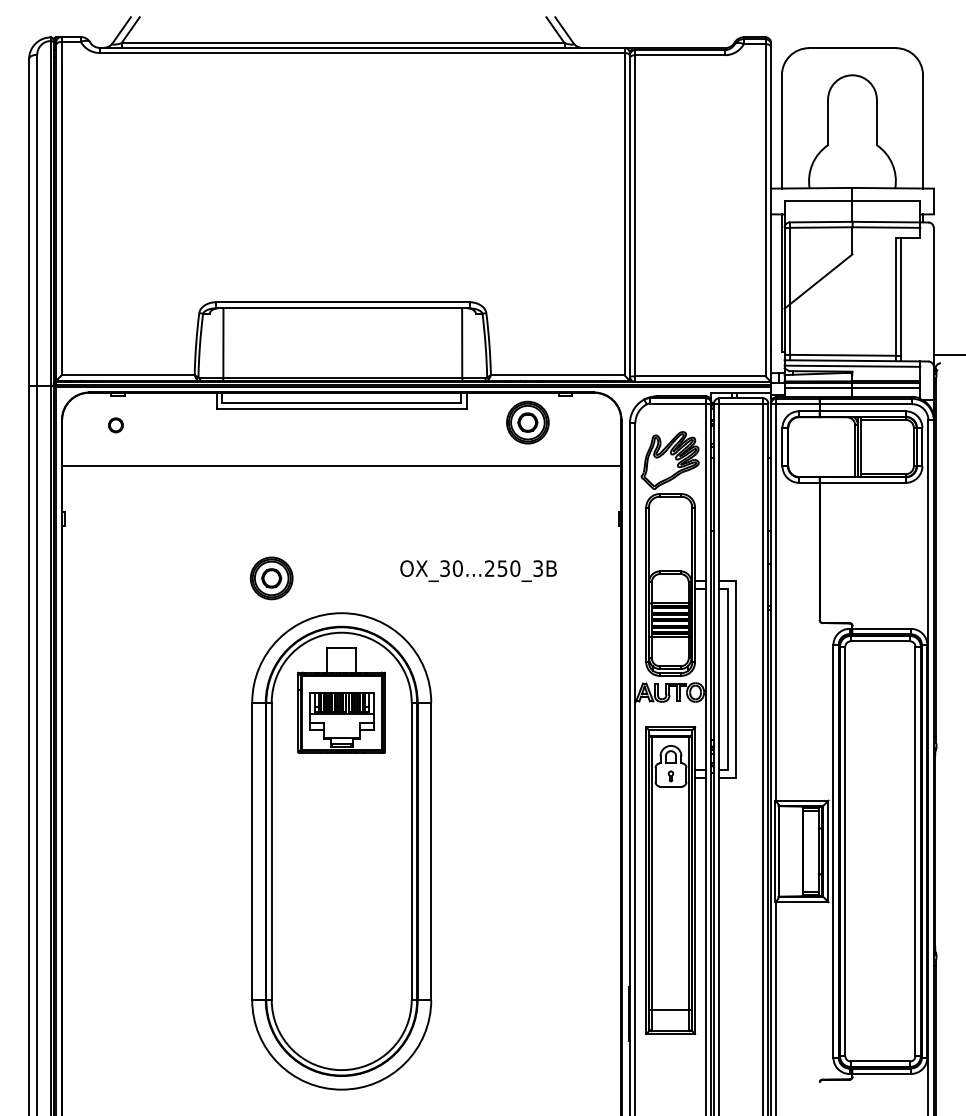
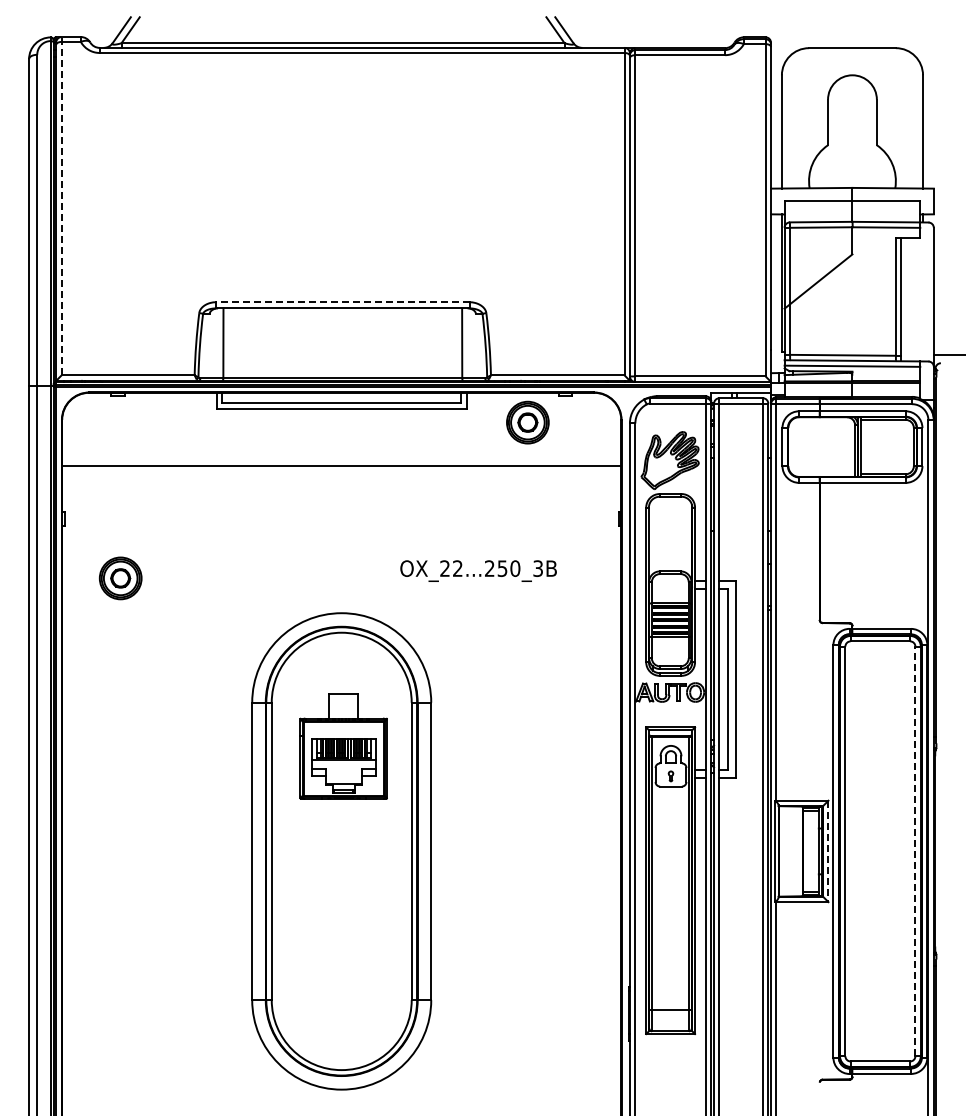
line at (61, 205): solid -> dashed
line at (342, 302): solid -> dashed
line at (852, 388): present -> none
circle at (115, 425): present -> none
text at (451, 568): OX_30...250_3B -> OX_22...250_3B
part at (271, 578) position: (271, 578) -> (120, 578)
part at (341, 700) position: (341, 700) -> (343, 746)
line at (828, 851): solid -> dashed
line at (915, 851): solid -> dashed
